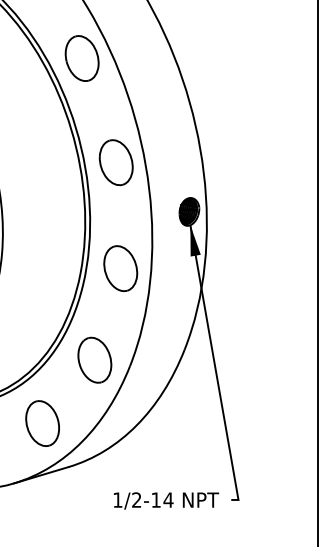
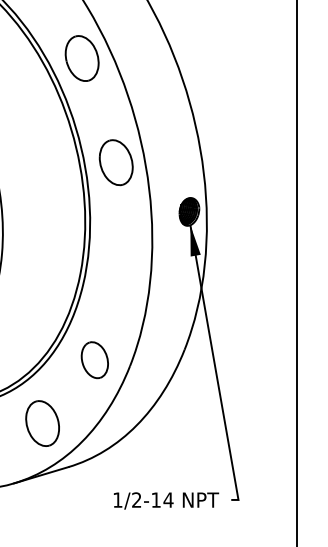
part at (120, 268): present -> none
line at (318, 272) position: (318, 272) -> (297, 272)
part at (94, 359) size: 36x48 px -> 29x39 px
